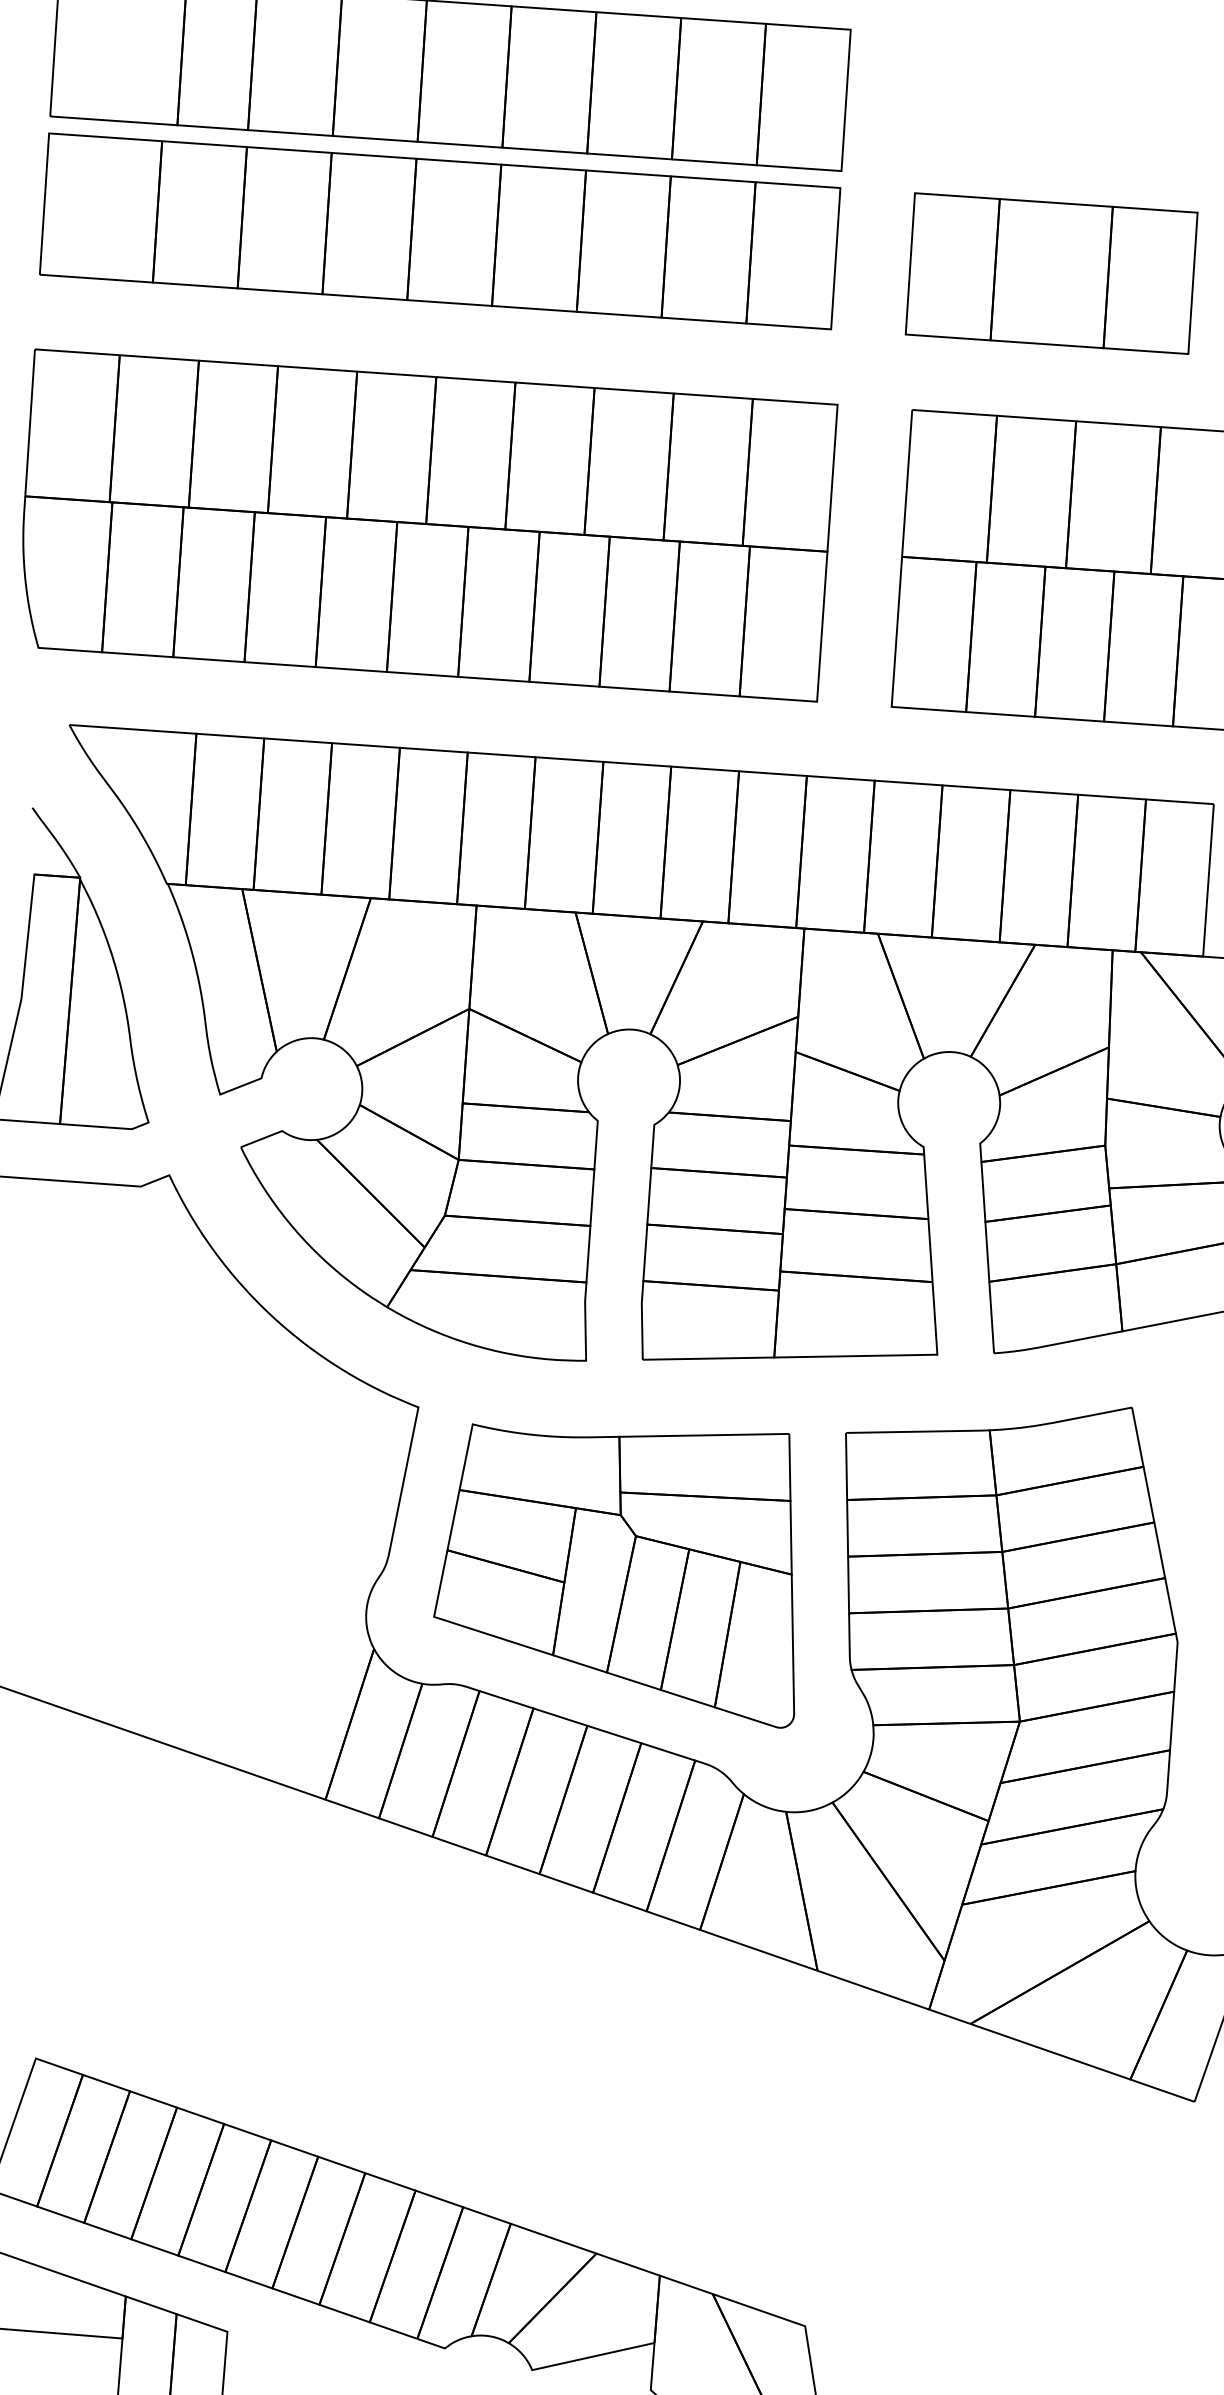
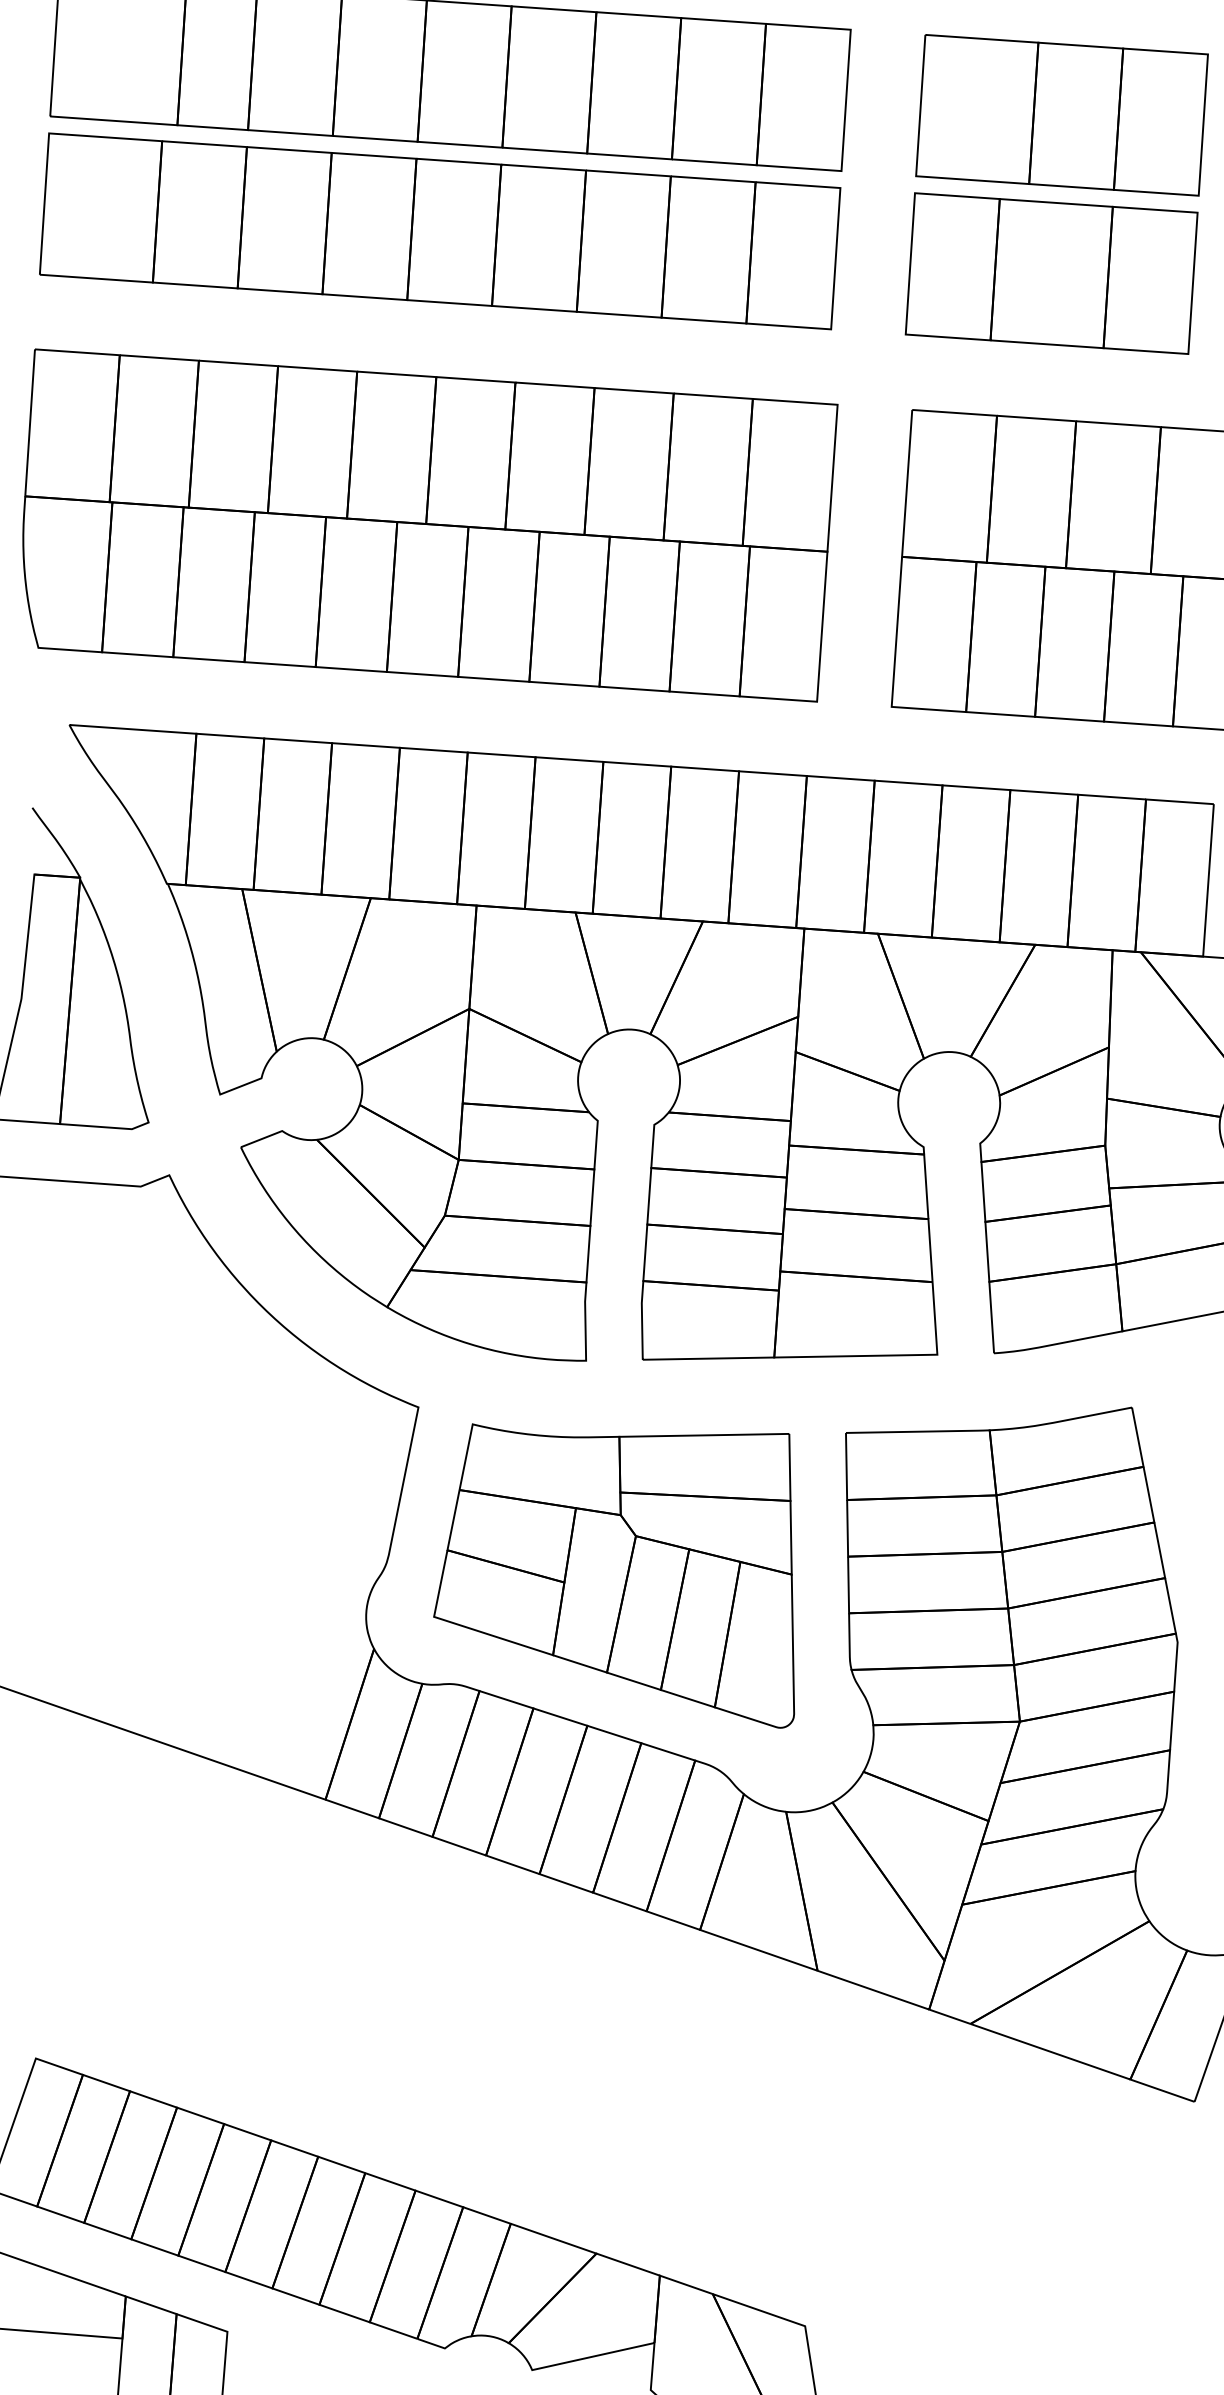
part at (1061, 115): none -> present
